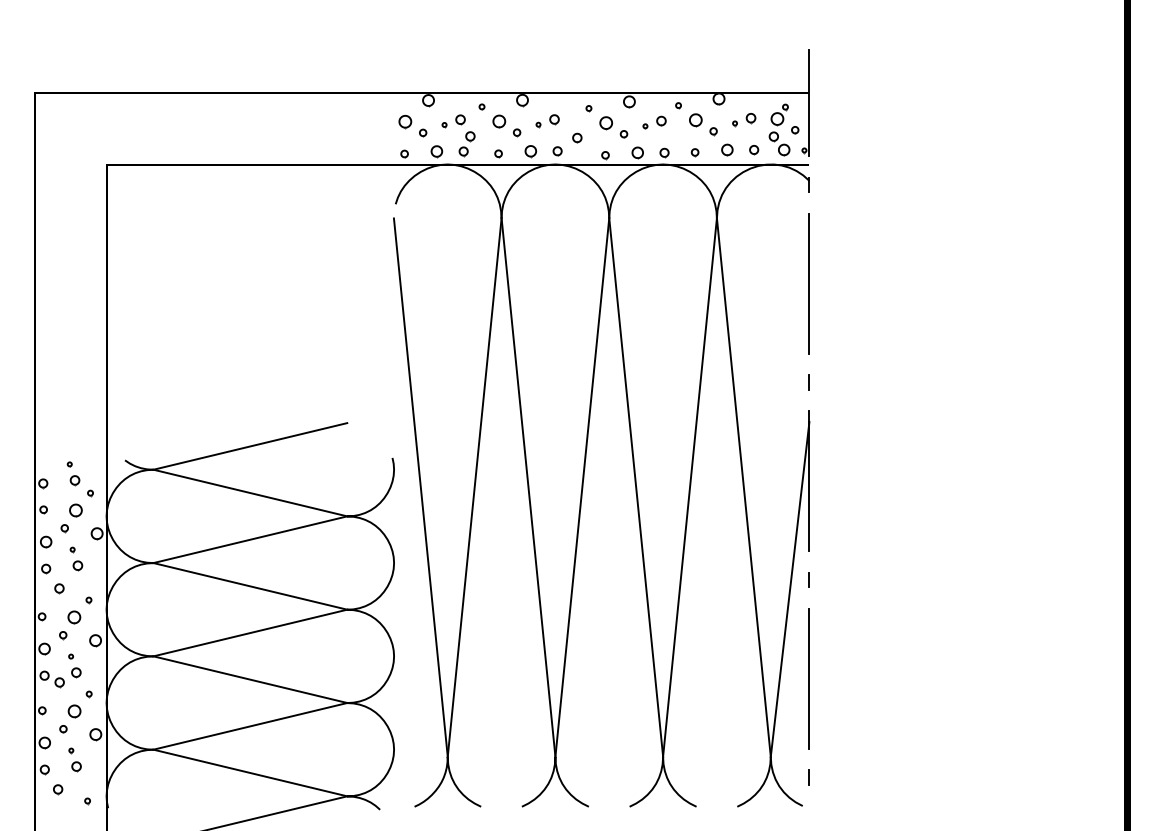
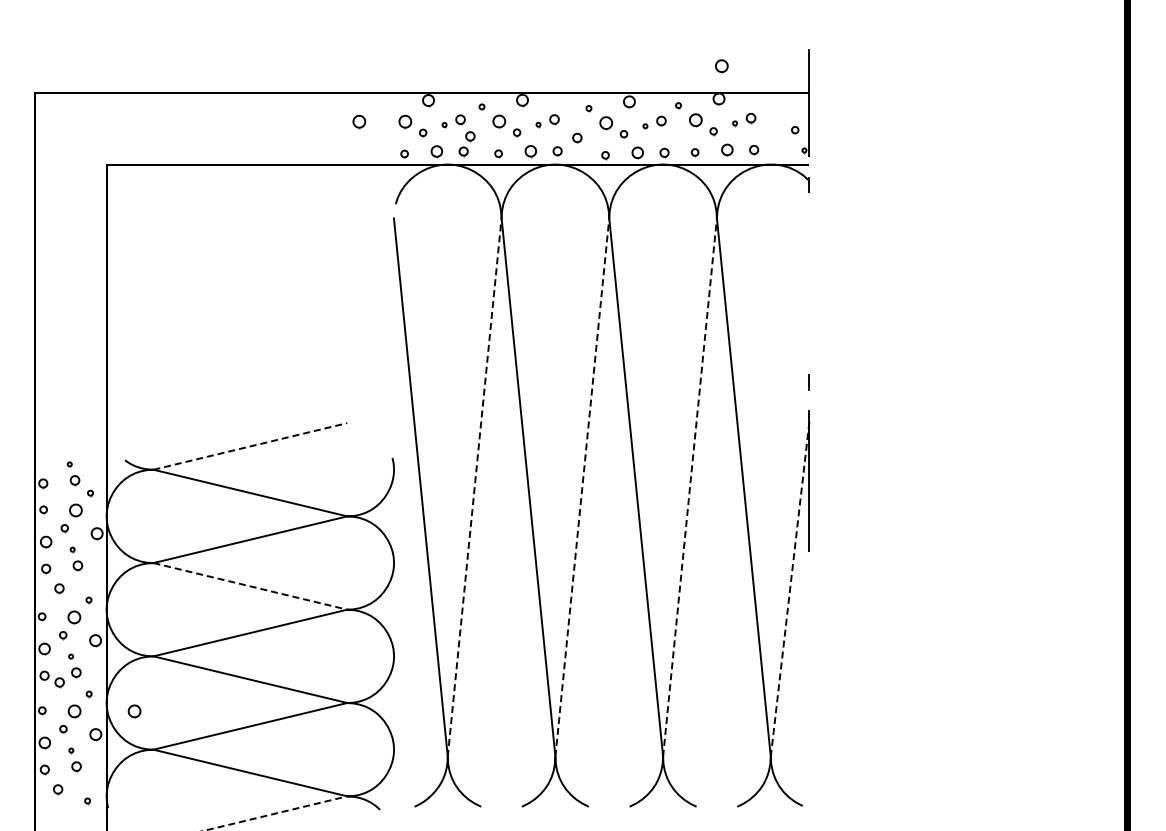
part at (721, 66): none -> present
part at (359, 121): none -> present
part at (779, 129): present -> none
line at (809, 283): present -> none
line at (250, 446): solid -> dashed
line at (474, 487): solid -> dashed
line at (582, 487): solid -> dashed
line at (690, 487): solid -> dashed
line at (808, 579): present -> none
line at (250, 586): solid -> dashed
line at (790, 588): solid -> dashed
line at (809, 678): present -> none
part at (134, 711): none -> present
line at (808, 777): present -> none
line at (275, 813): solid -> dashed
